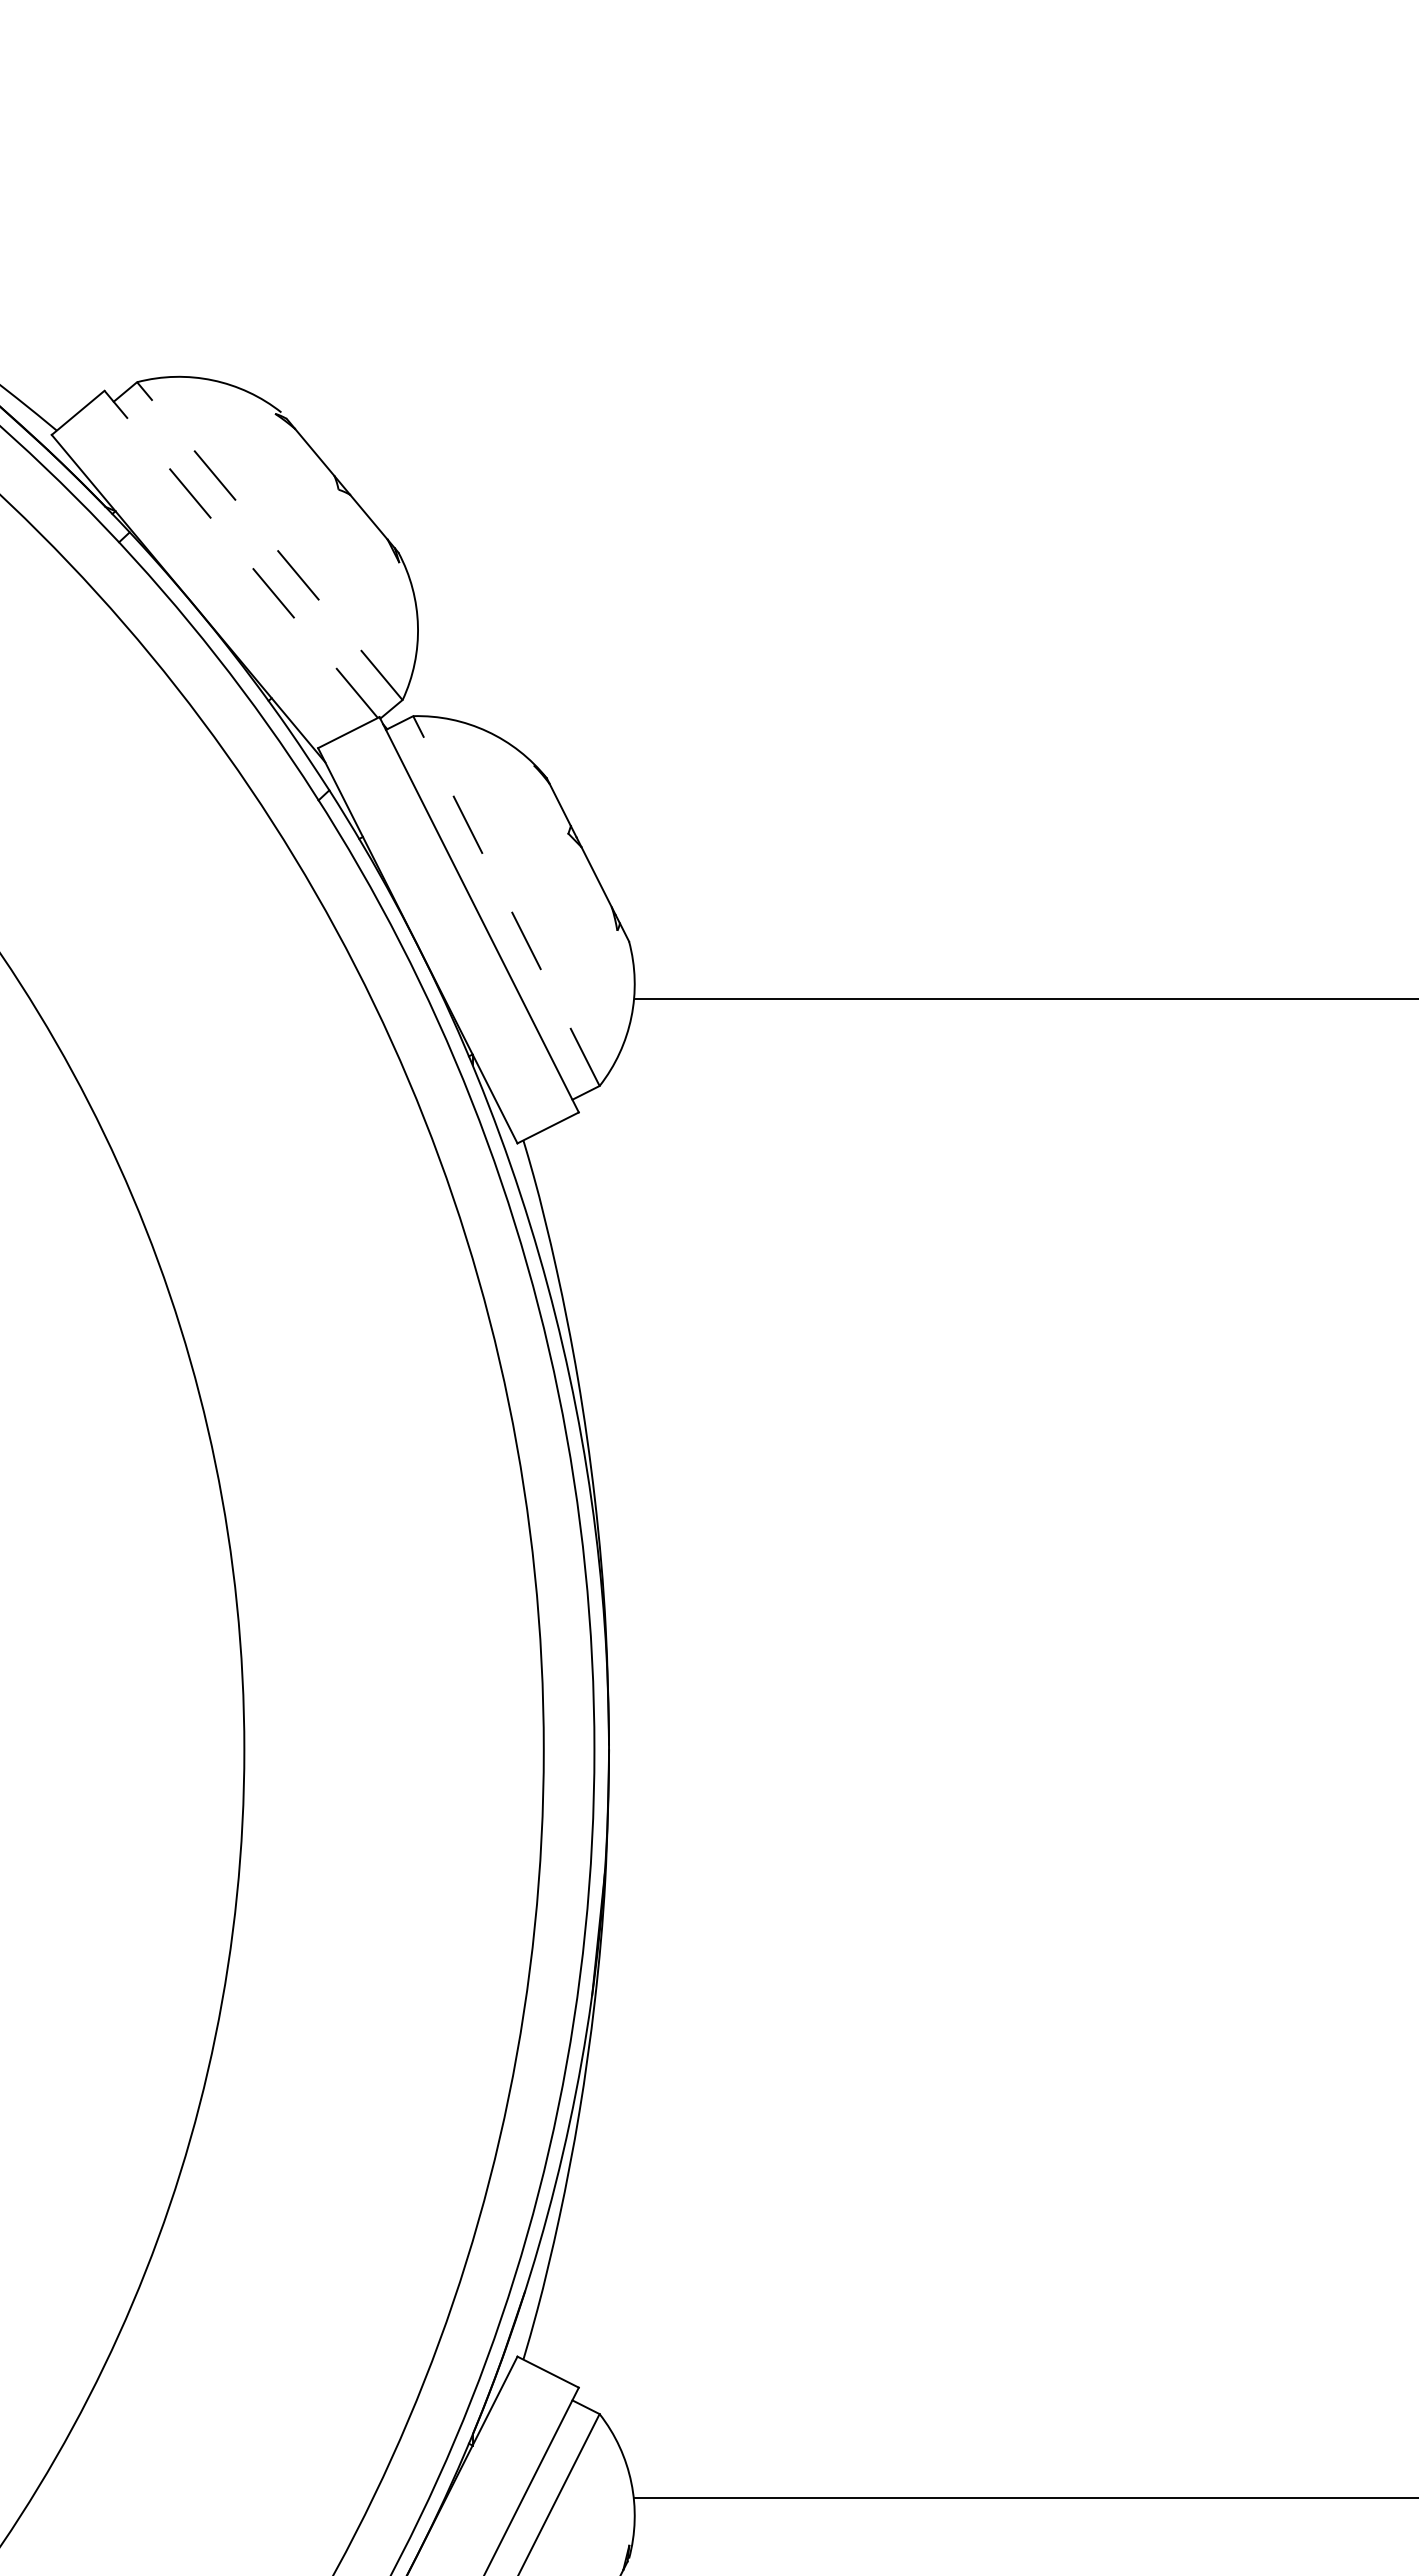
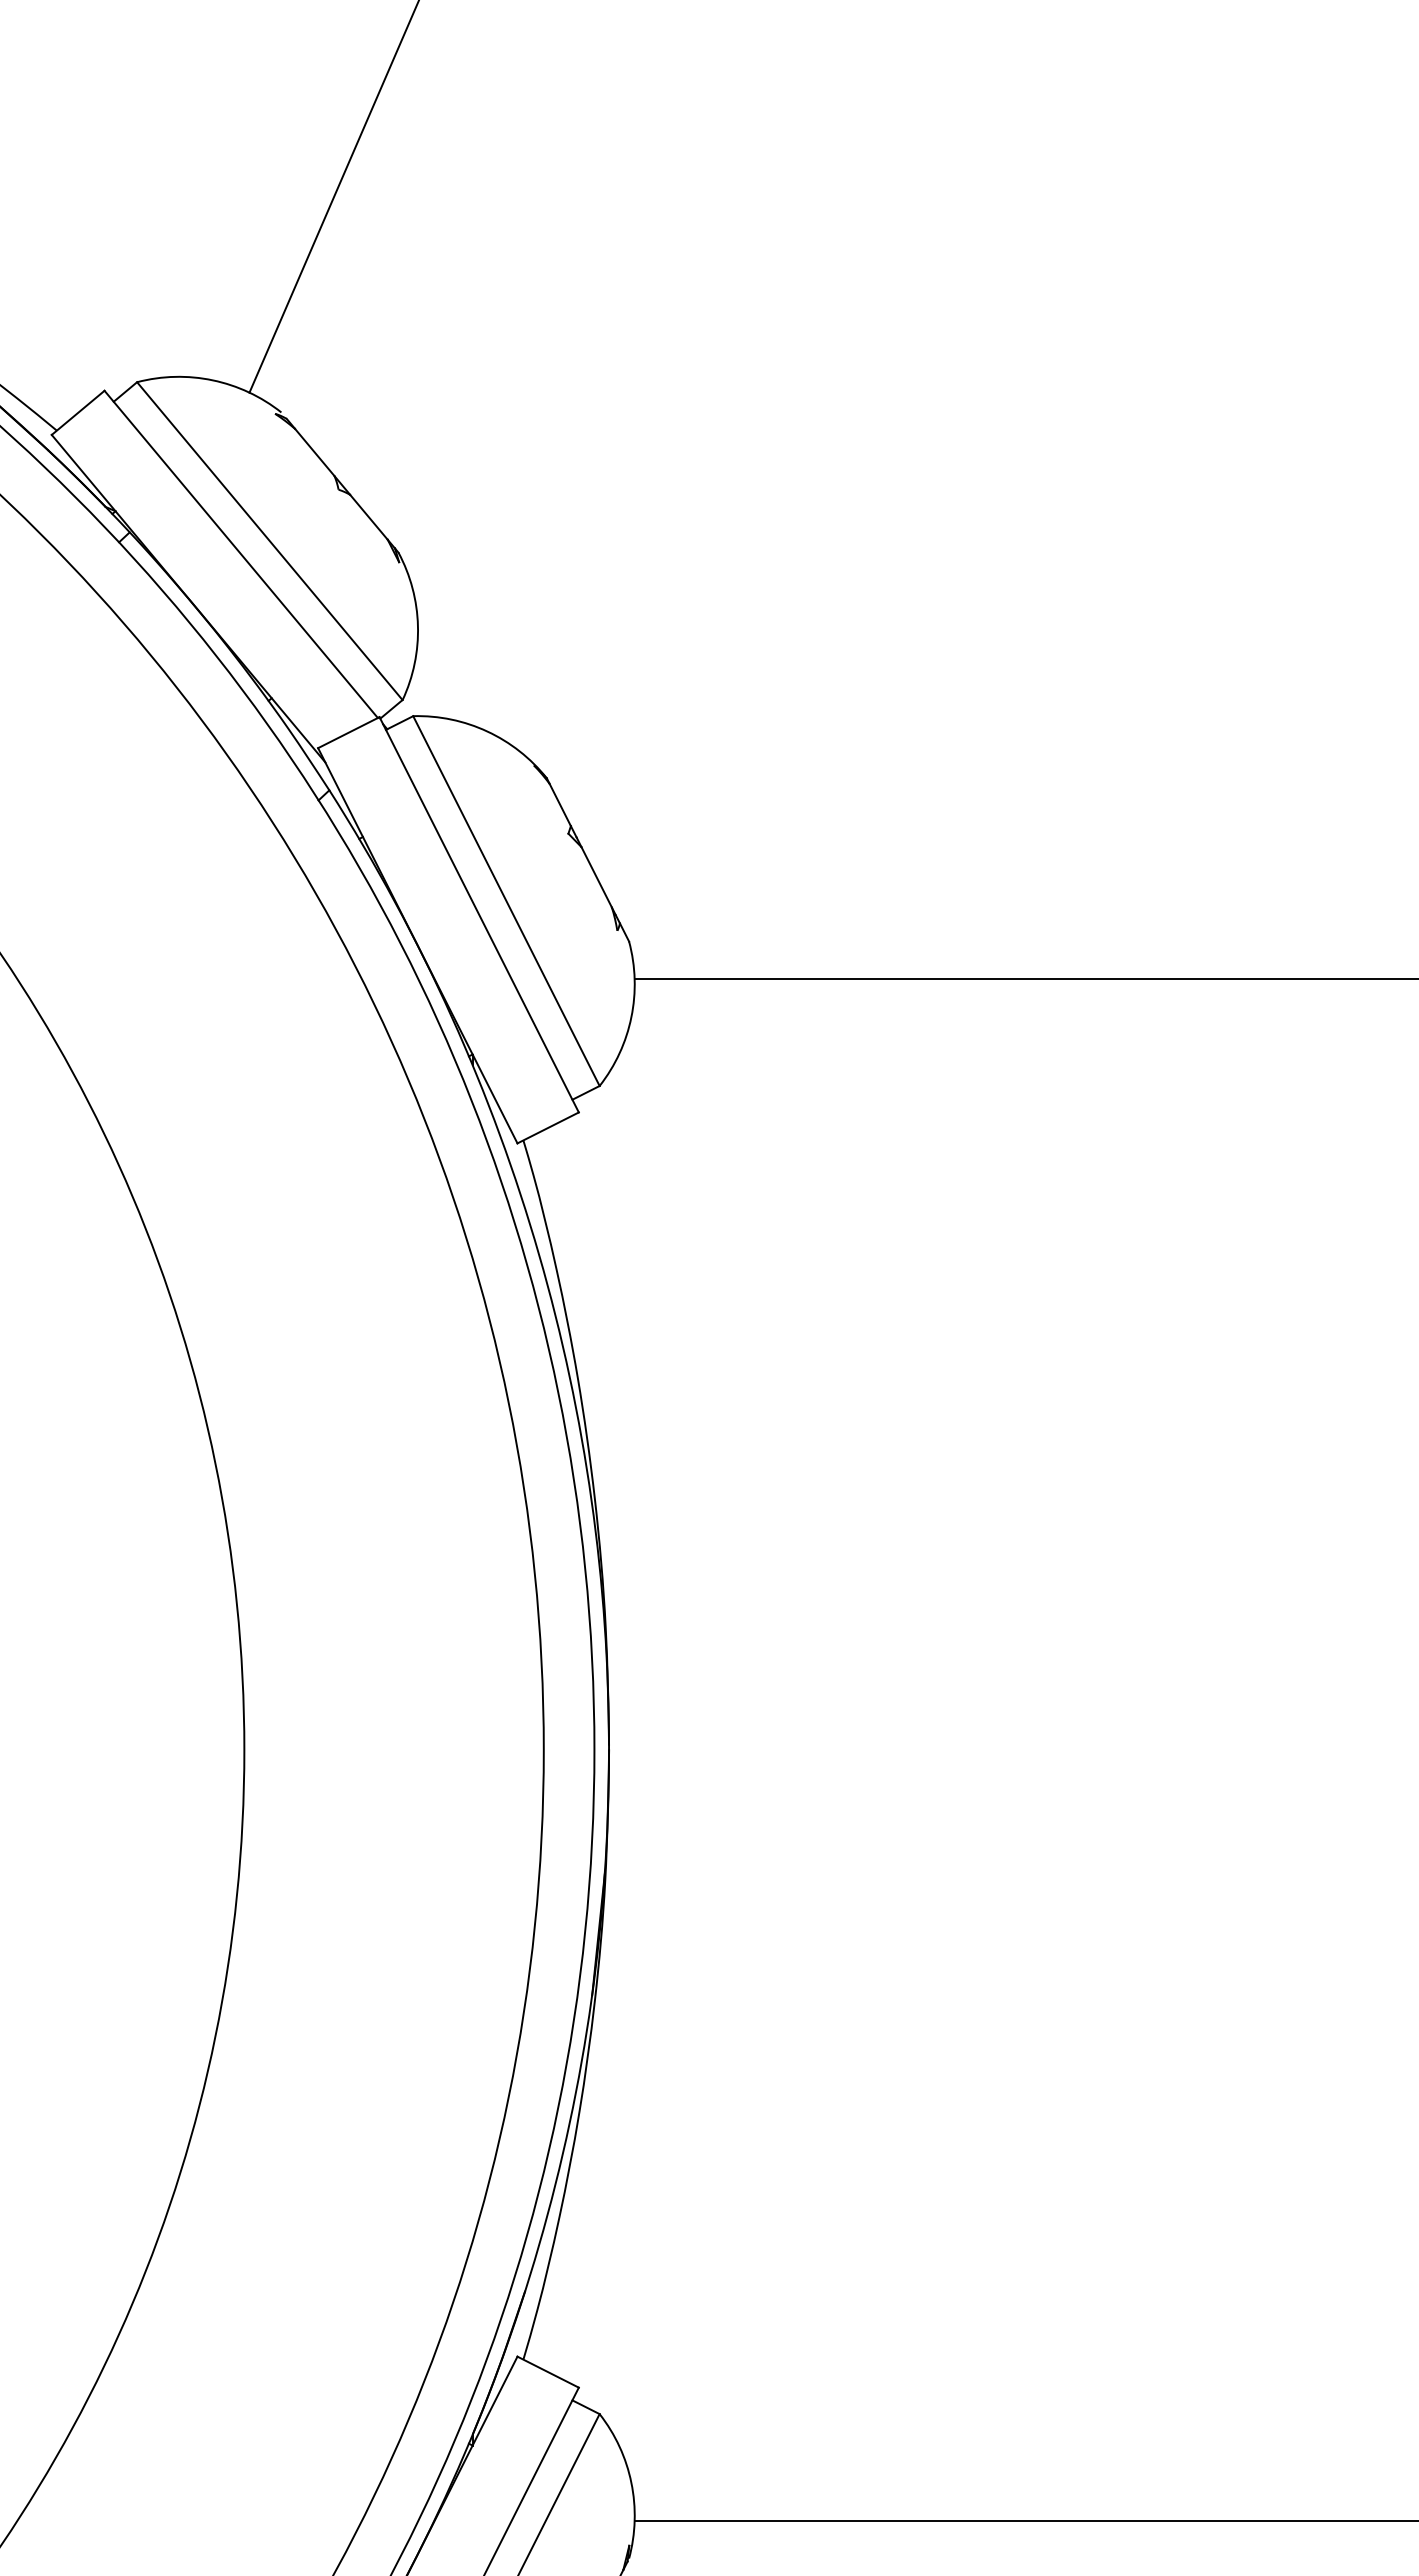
line at (333, 197): none -> present
line at (269, 540): dashed -> solid
line at (240, 554): dashed -> solid
line at (506, 900): dashed -> solid
line at (1024, 998) position: (1024, 998) -> (1024, 978)
line at (1024, 2498) position: (1024, 2498) -> (1024, 2521)
